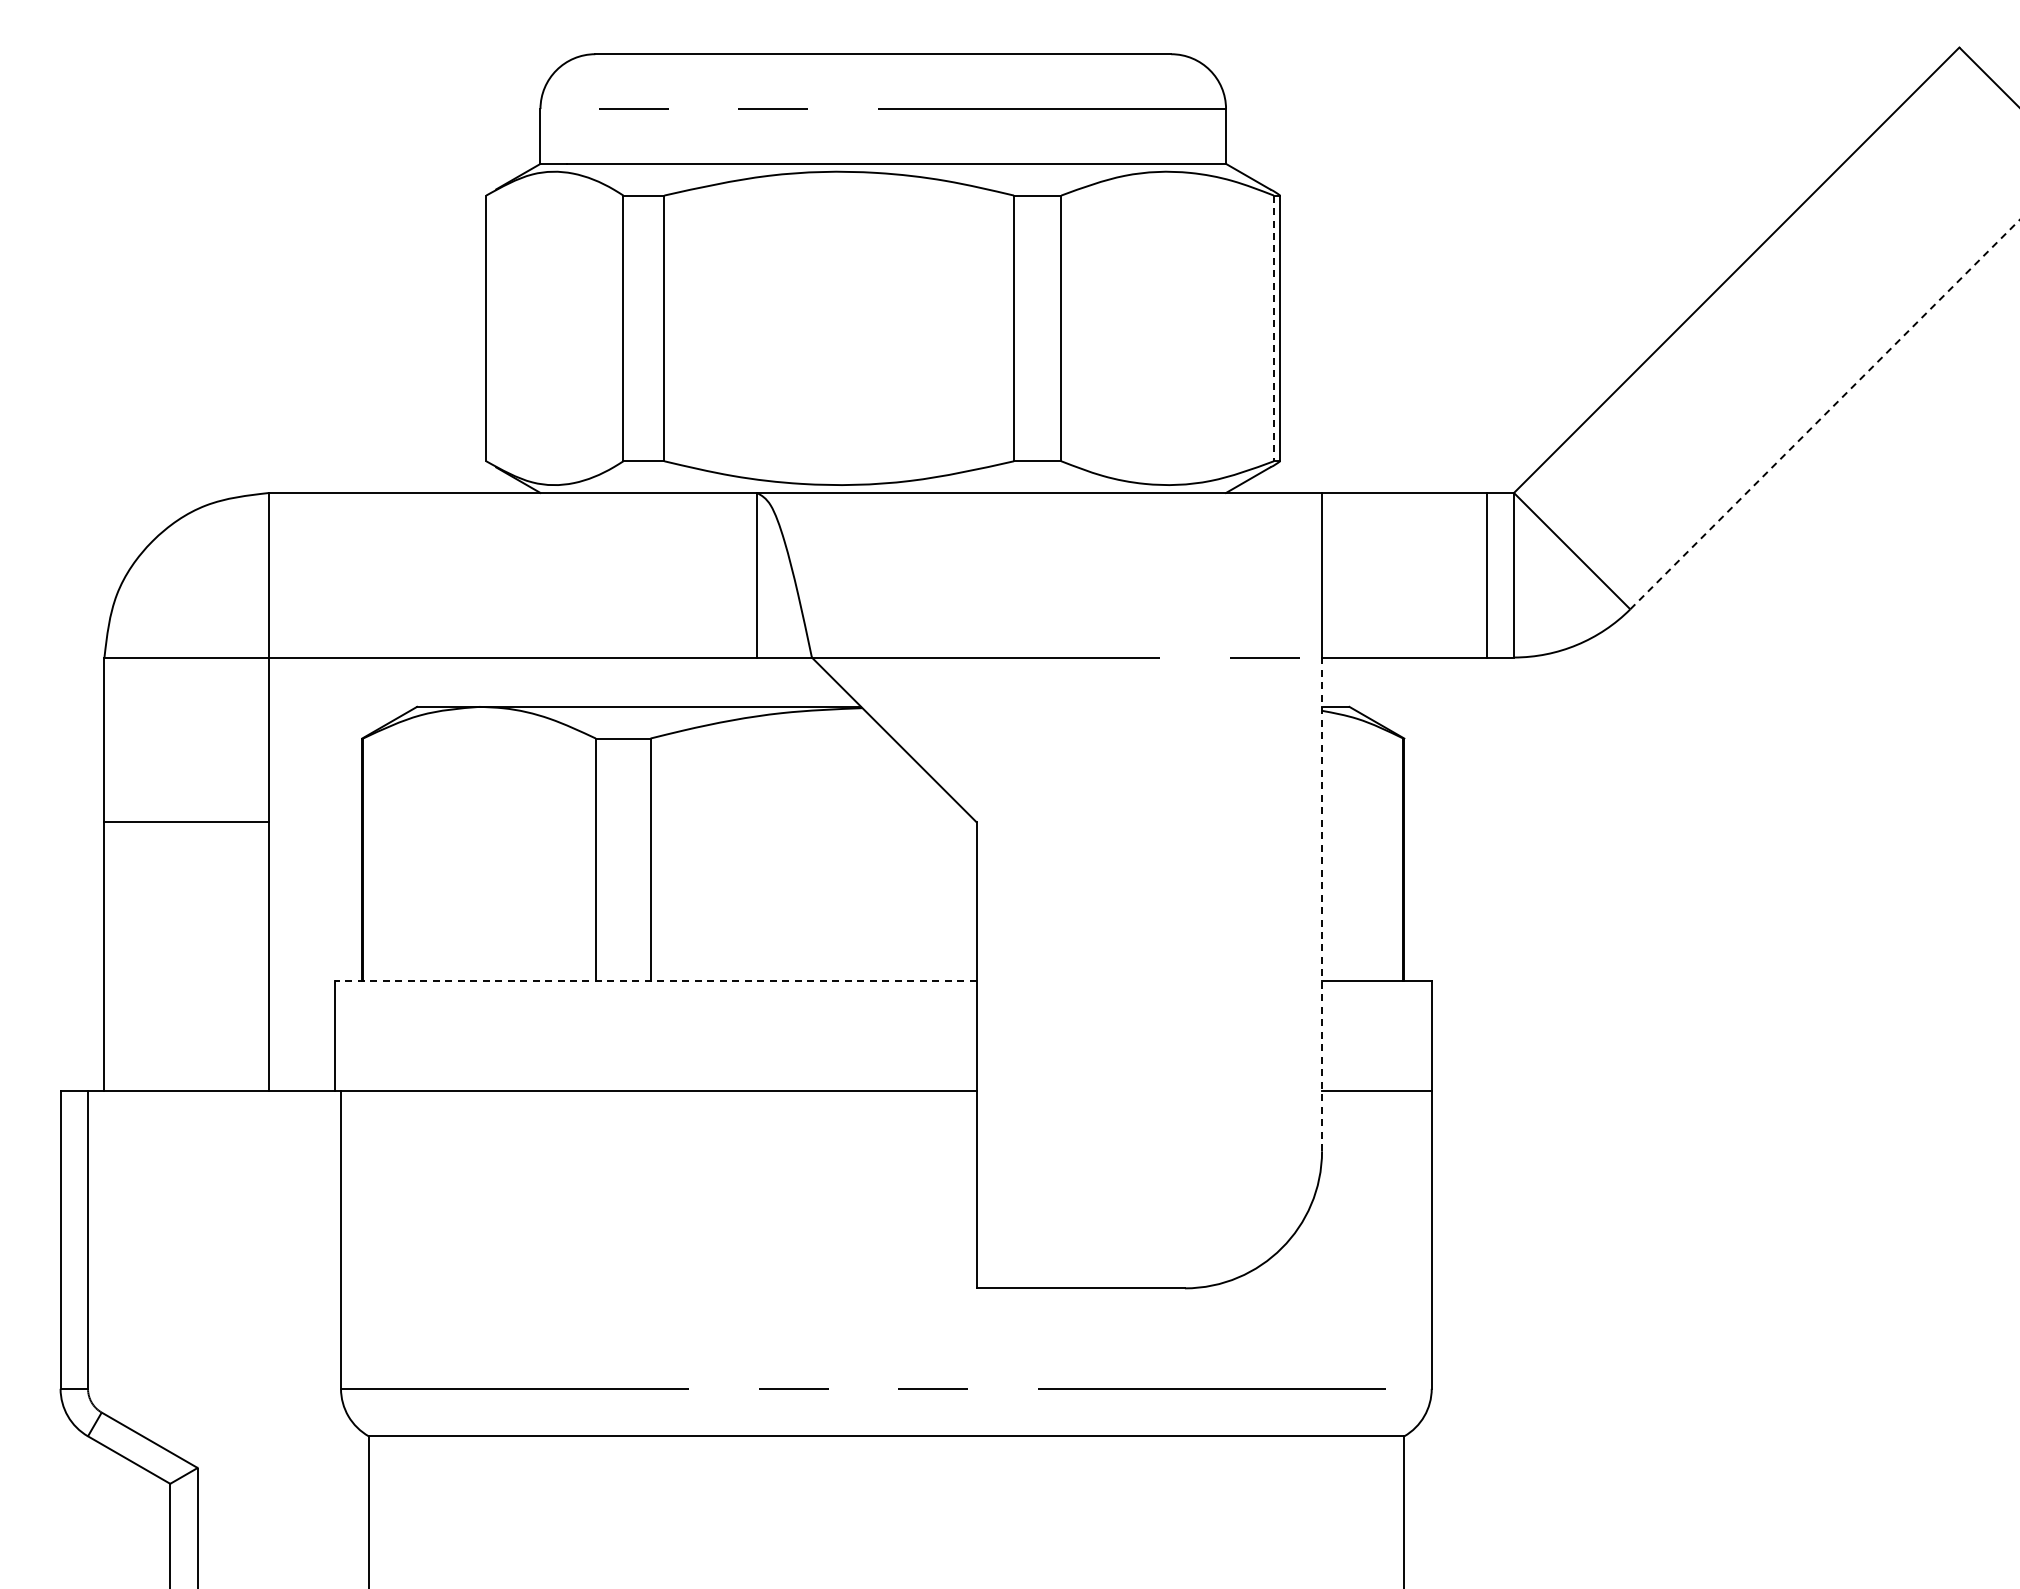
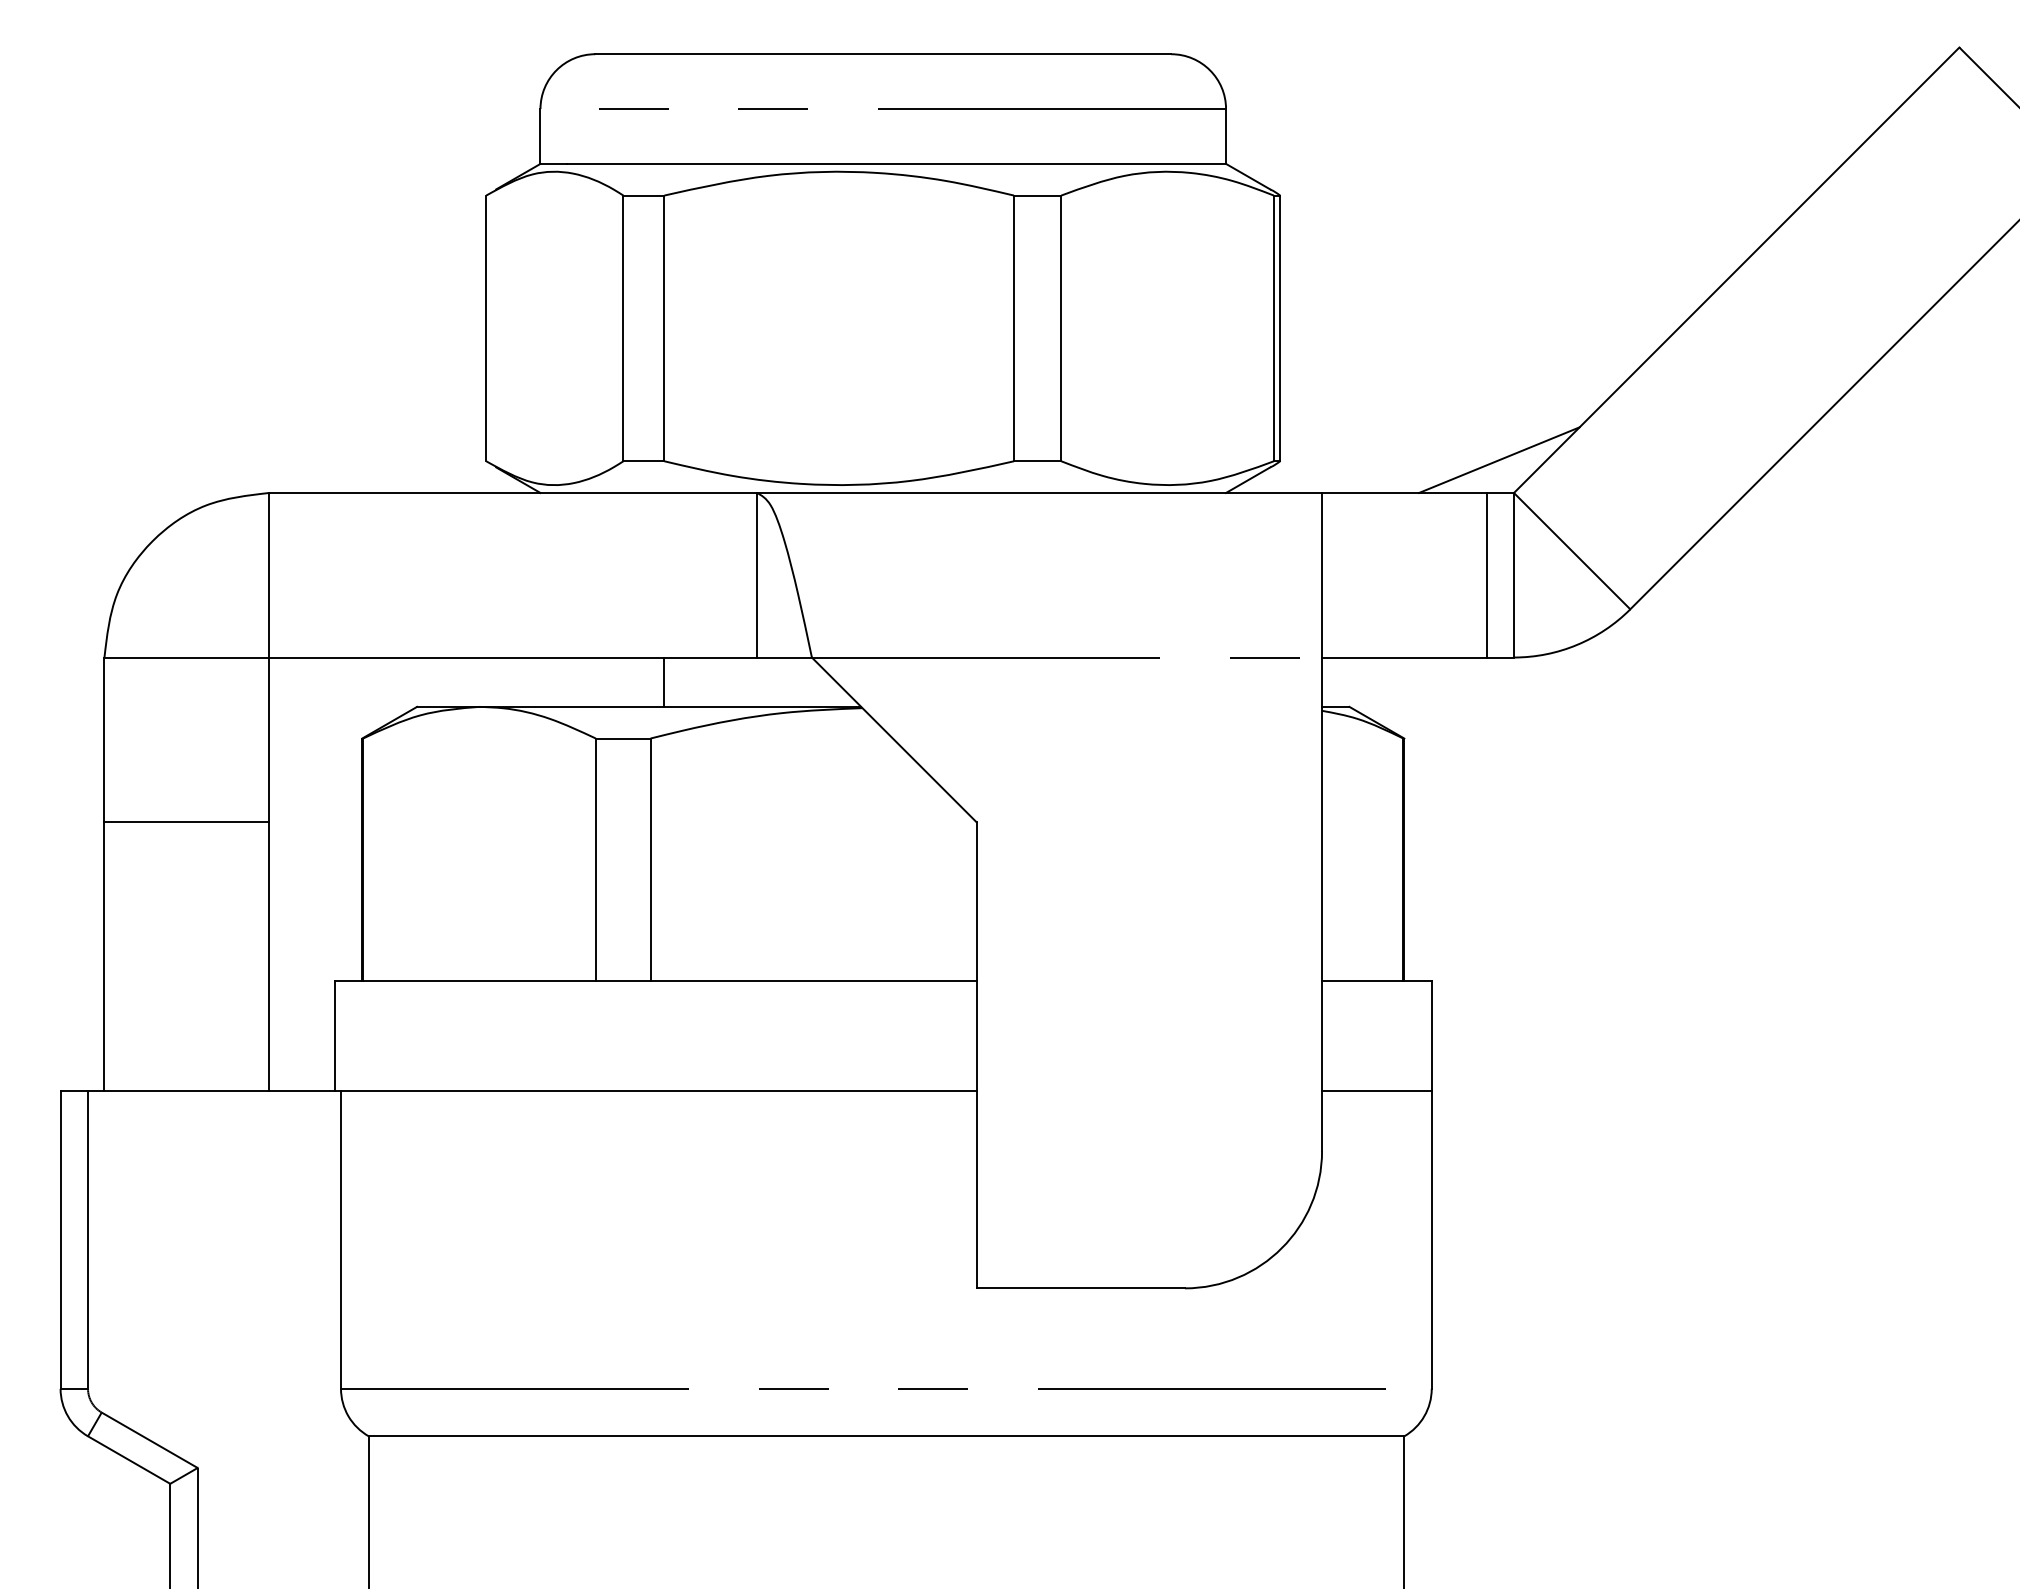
line at (1273, 328): dashed -> solid
line at (1825, 414): dashed -> solid
line at (1499, 459): none -> present
line at (663, 681): none -> present
line at (1322, 904): dashed -> solid
line at (655, 981): dashed -> solid
